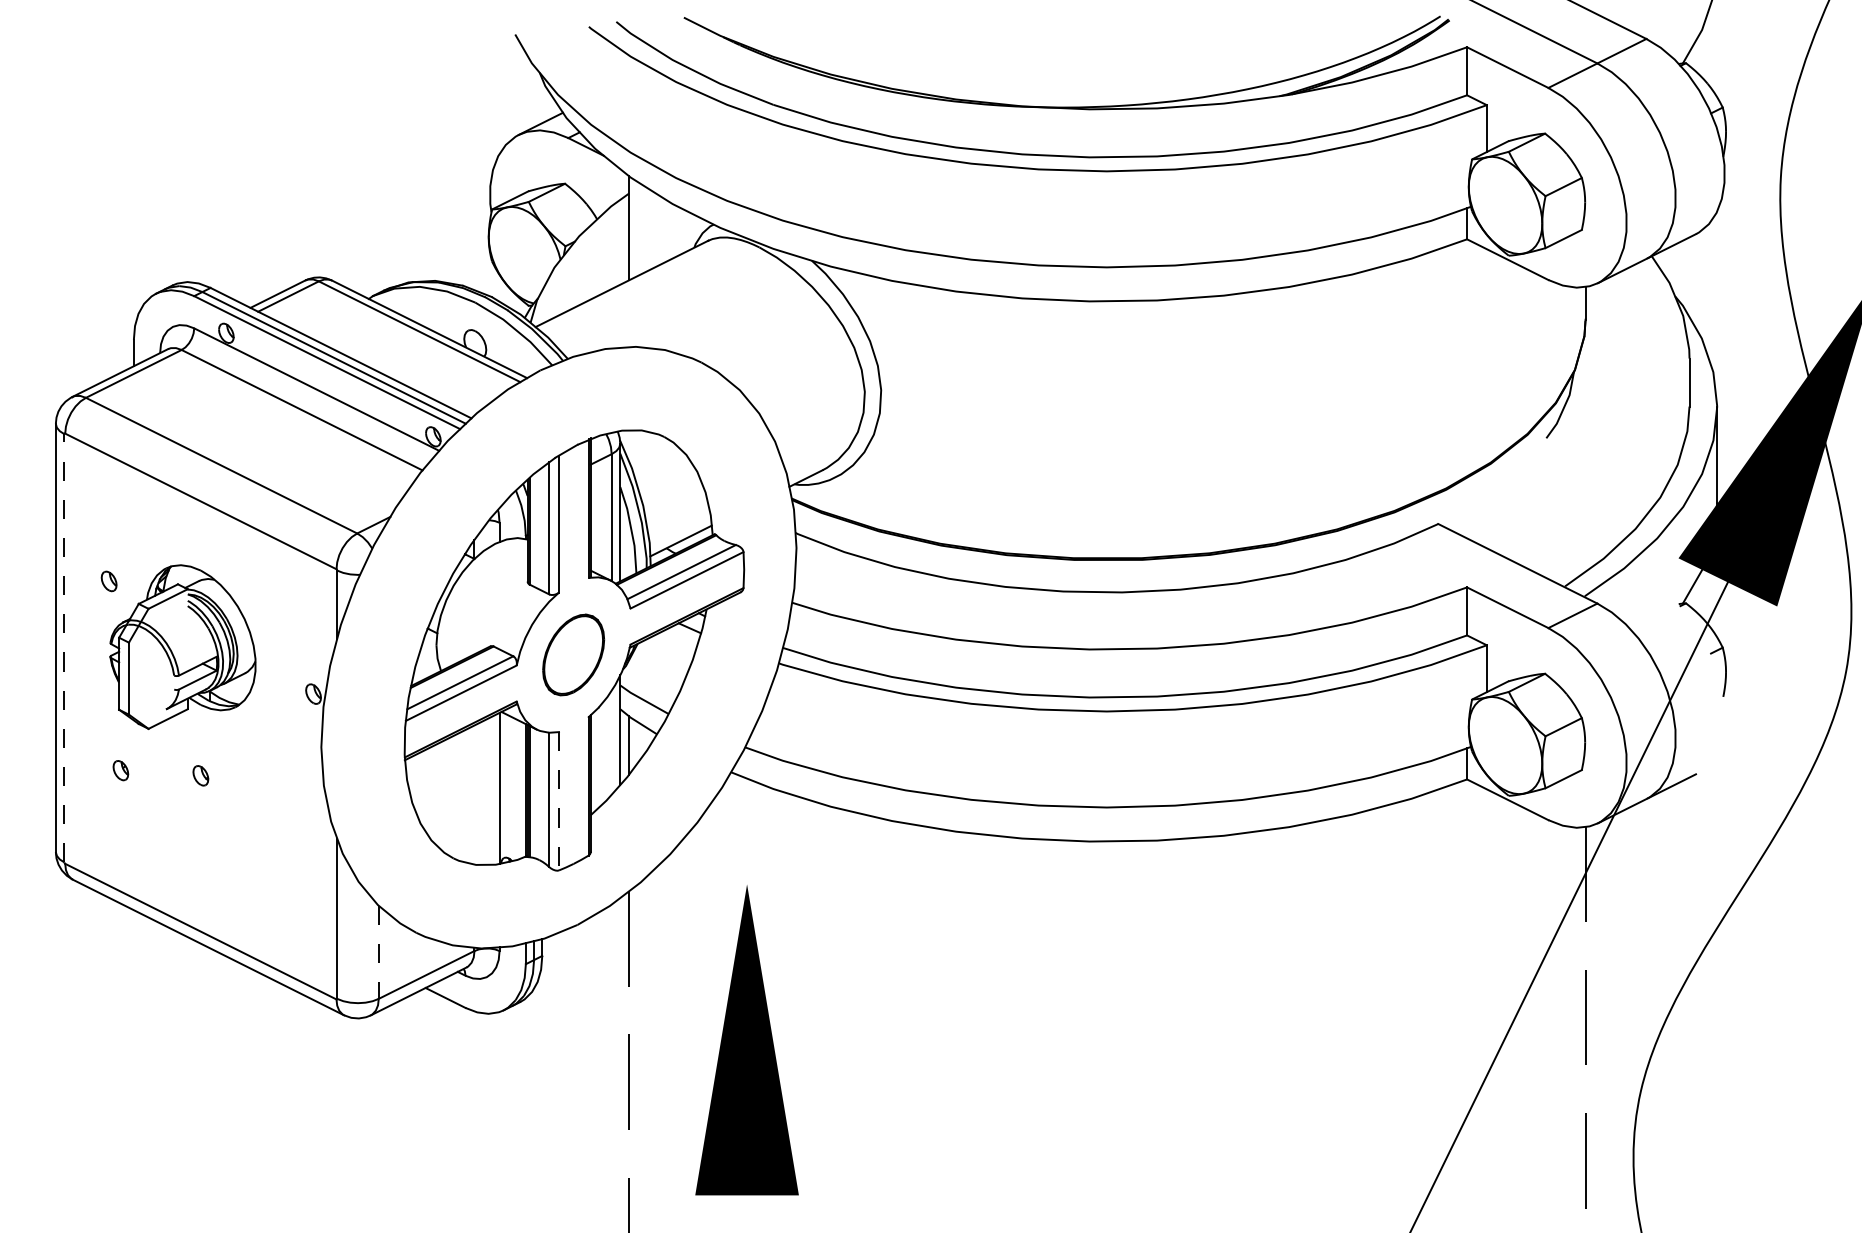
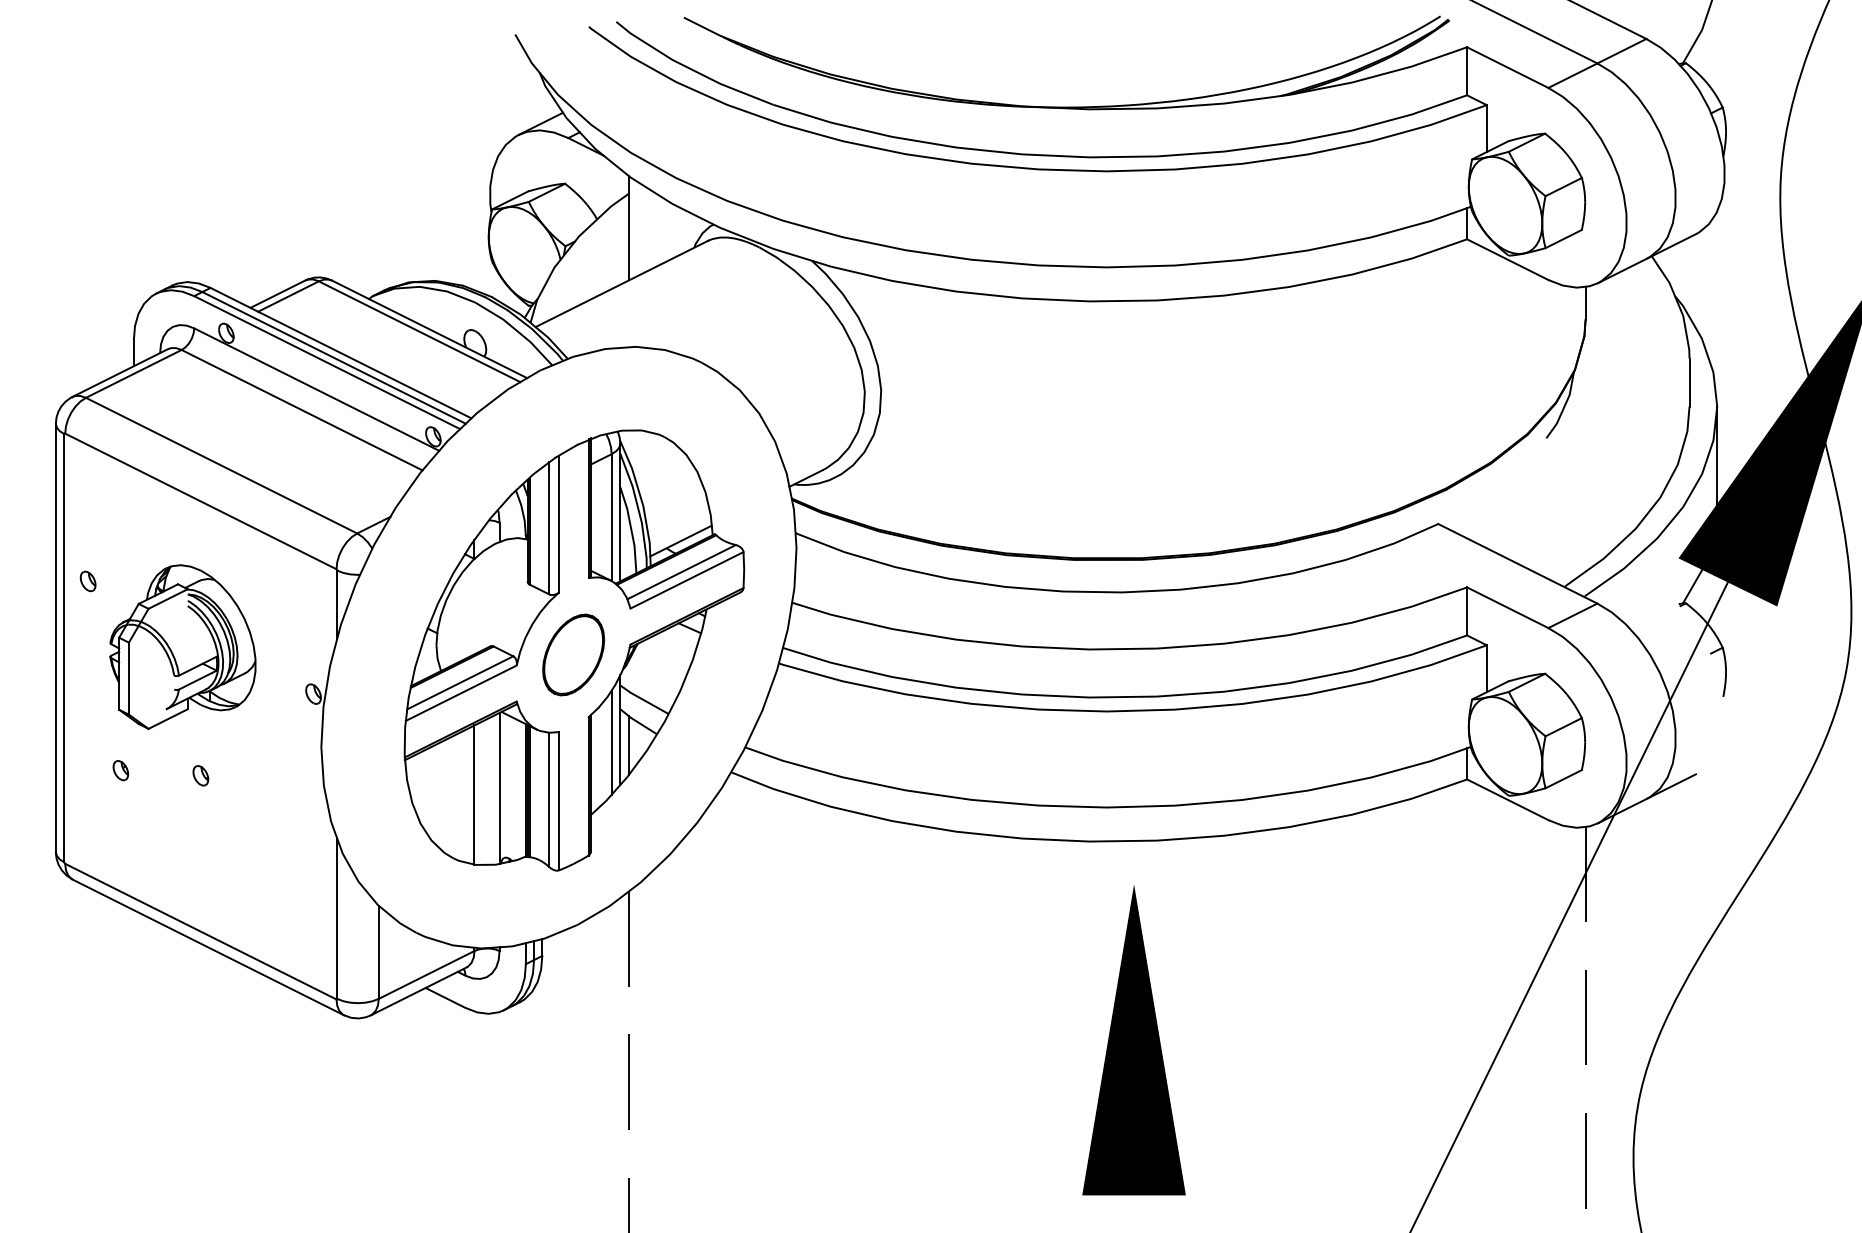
part at (108, 581) position: (108, 581) -> (87, 581)
line at (64, 647): dashed -> solid
line at (611, 742): none -> present
line at (474, 794): none -> present
line at (559, 801): dashed -> solid
line at (378, 952): dashed -> solid
part at (746, 1040) position: (746, 1040) -> (1133, 1040)
